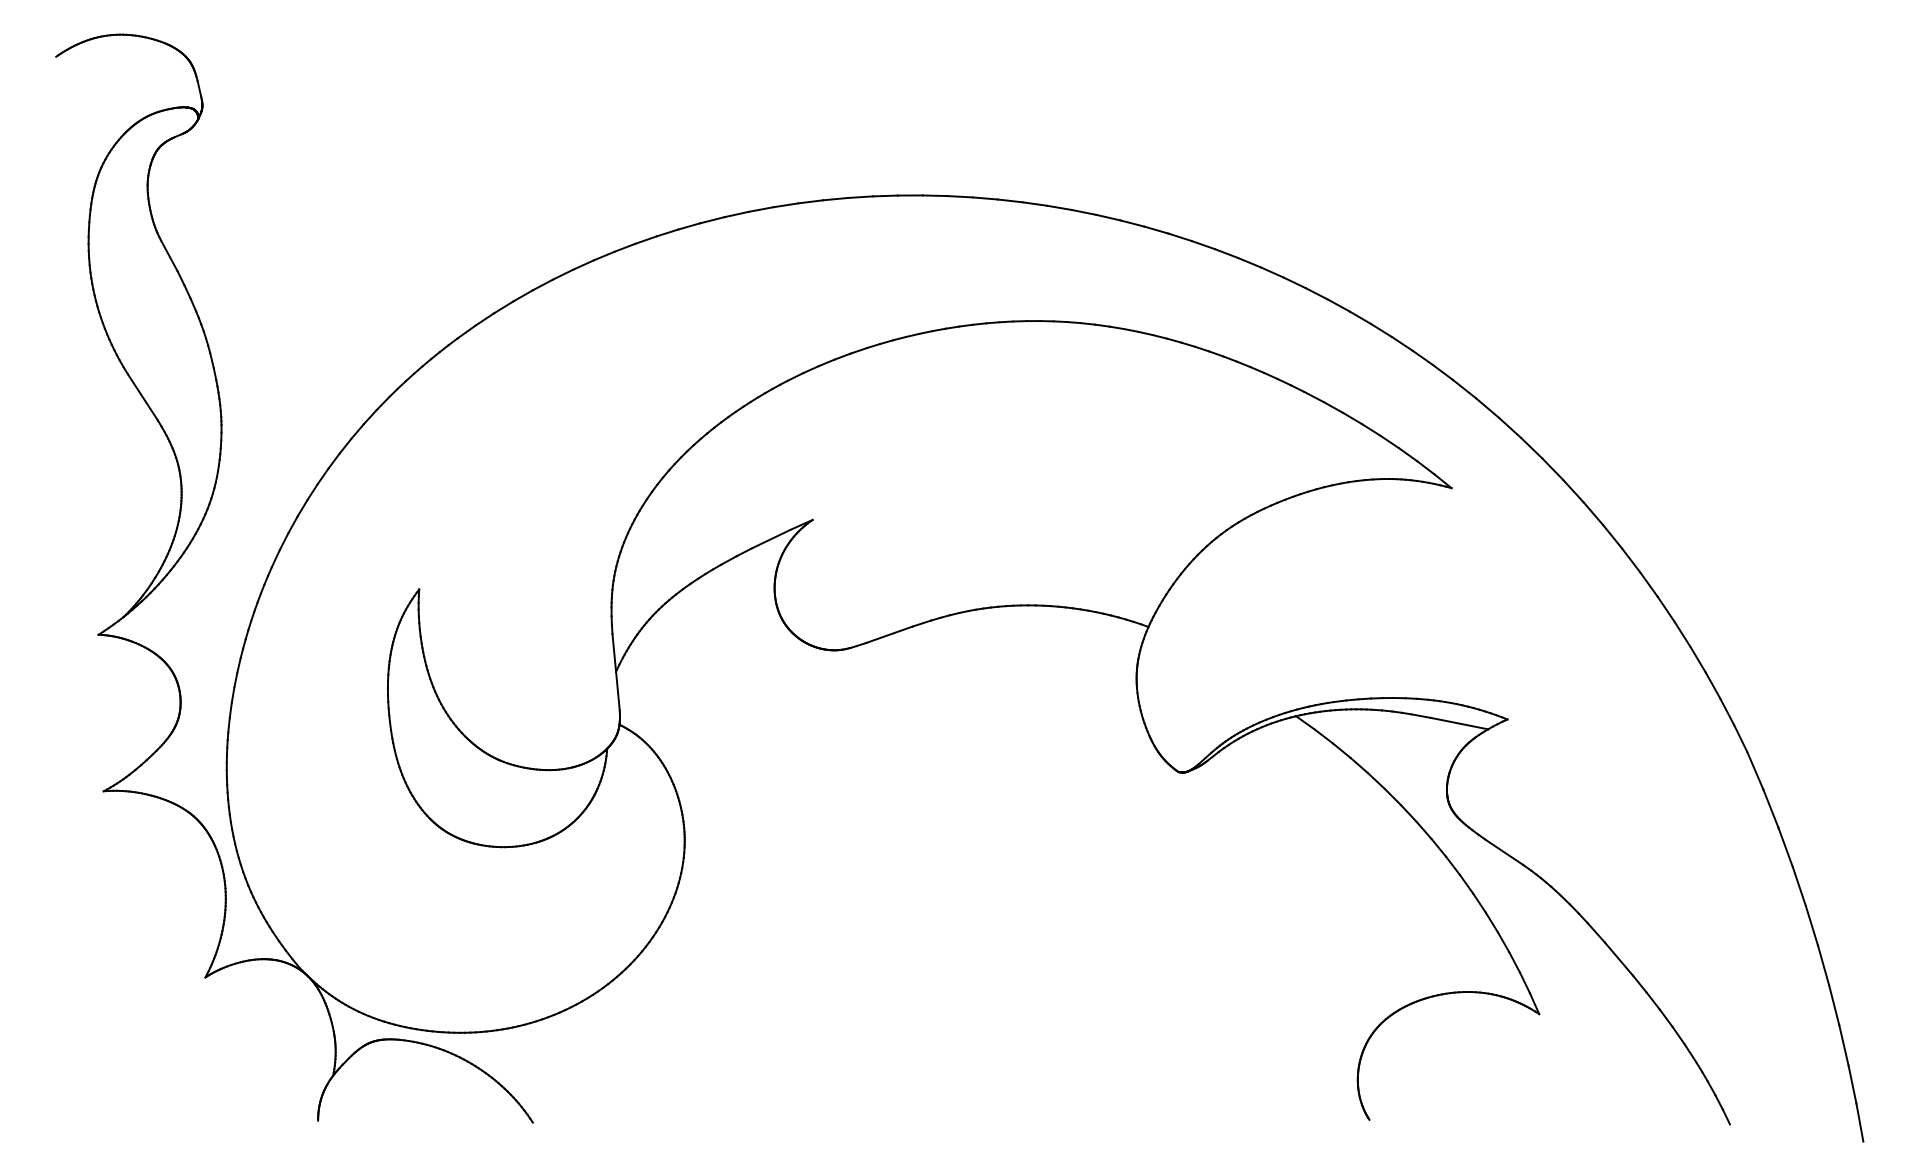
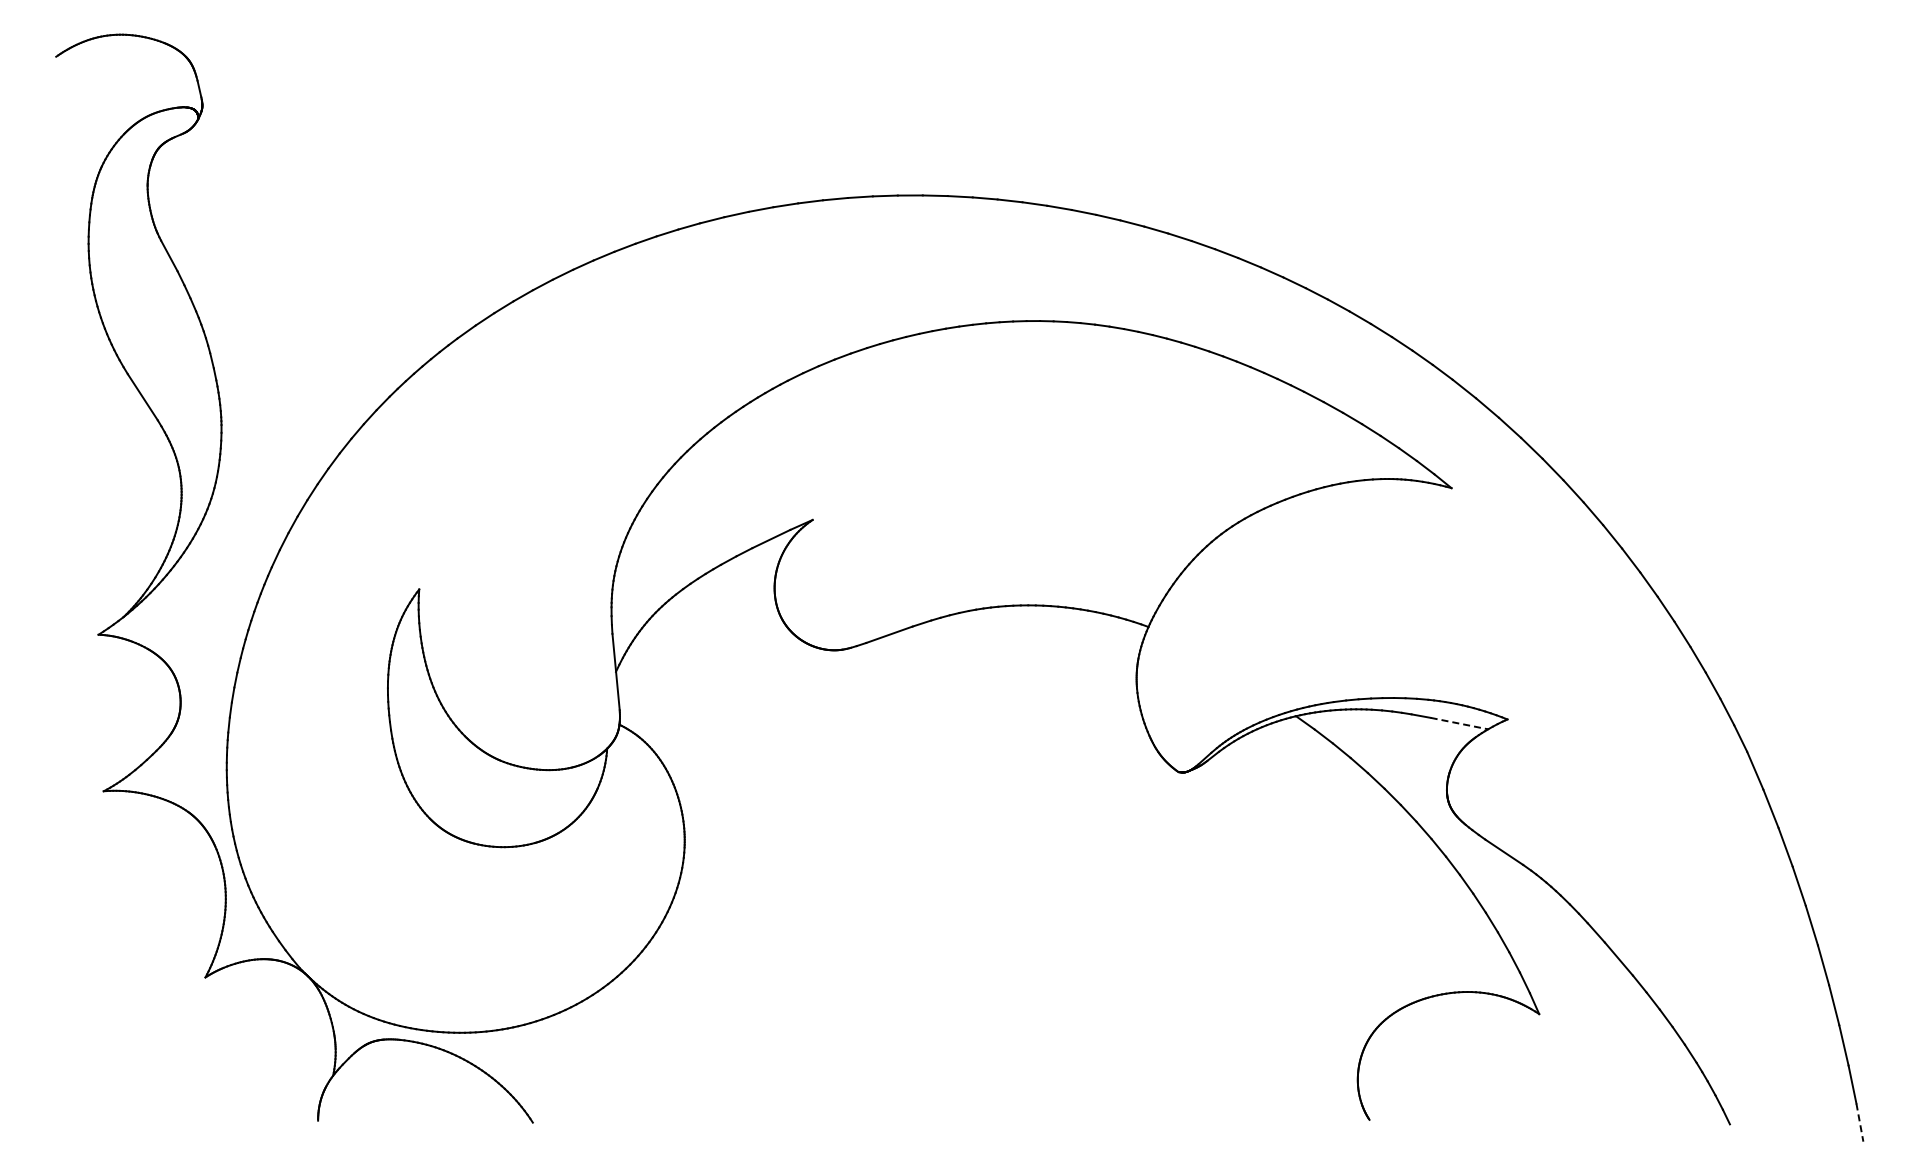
line at (1459, 723): solid -> dashed
line at (1859, 1123): solid -> dashed
